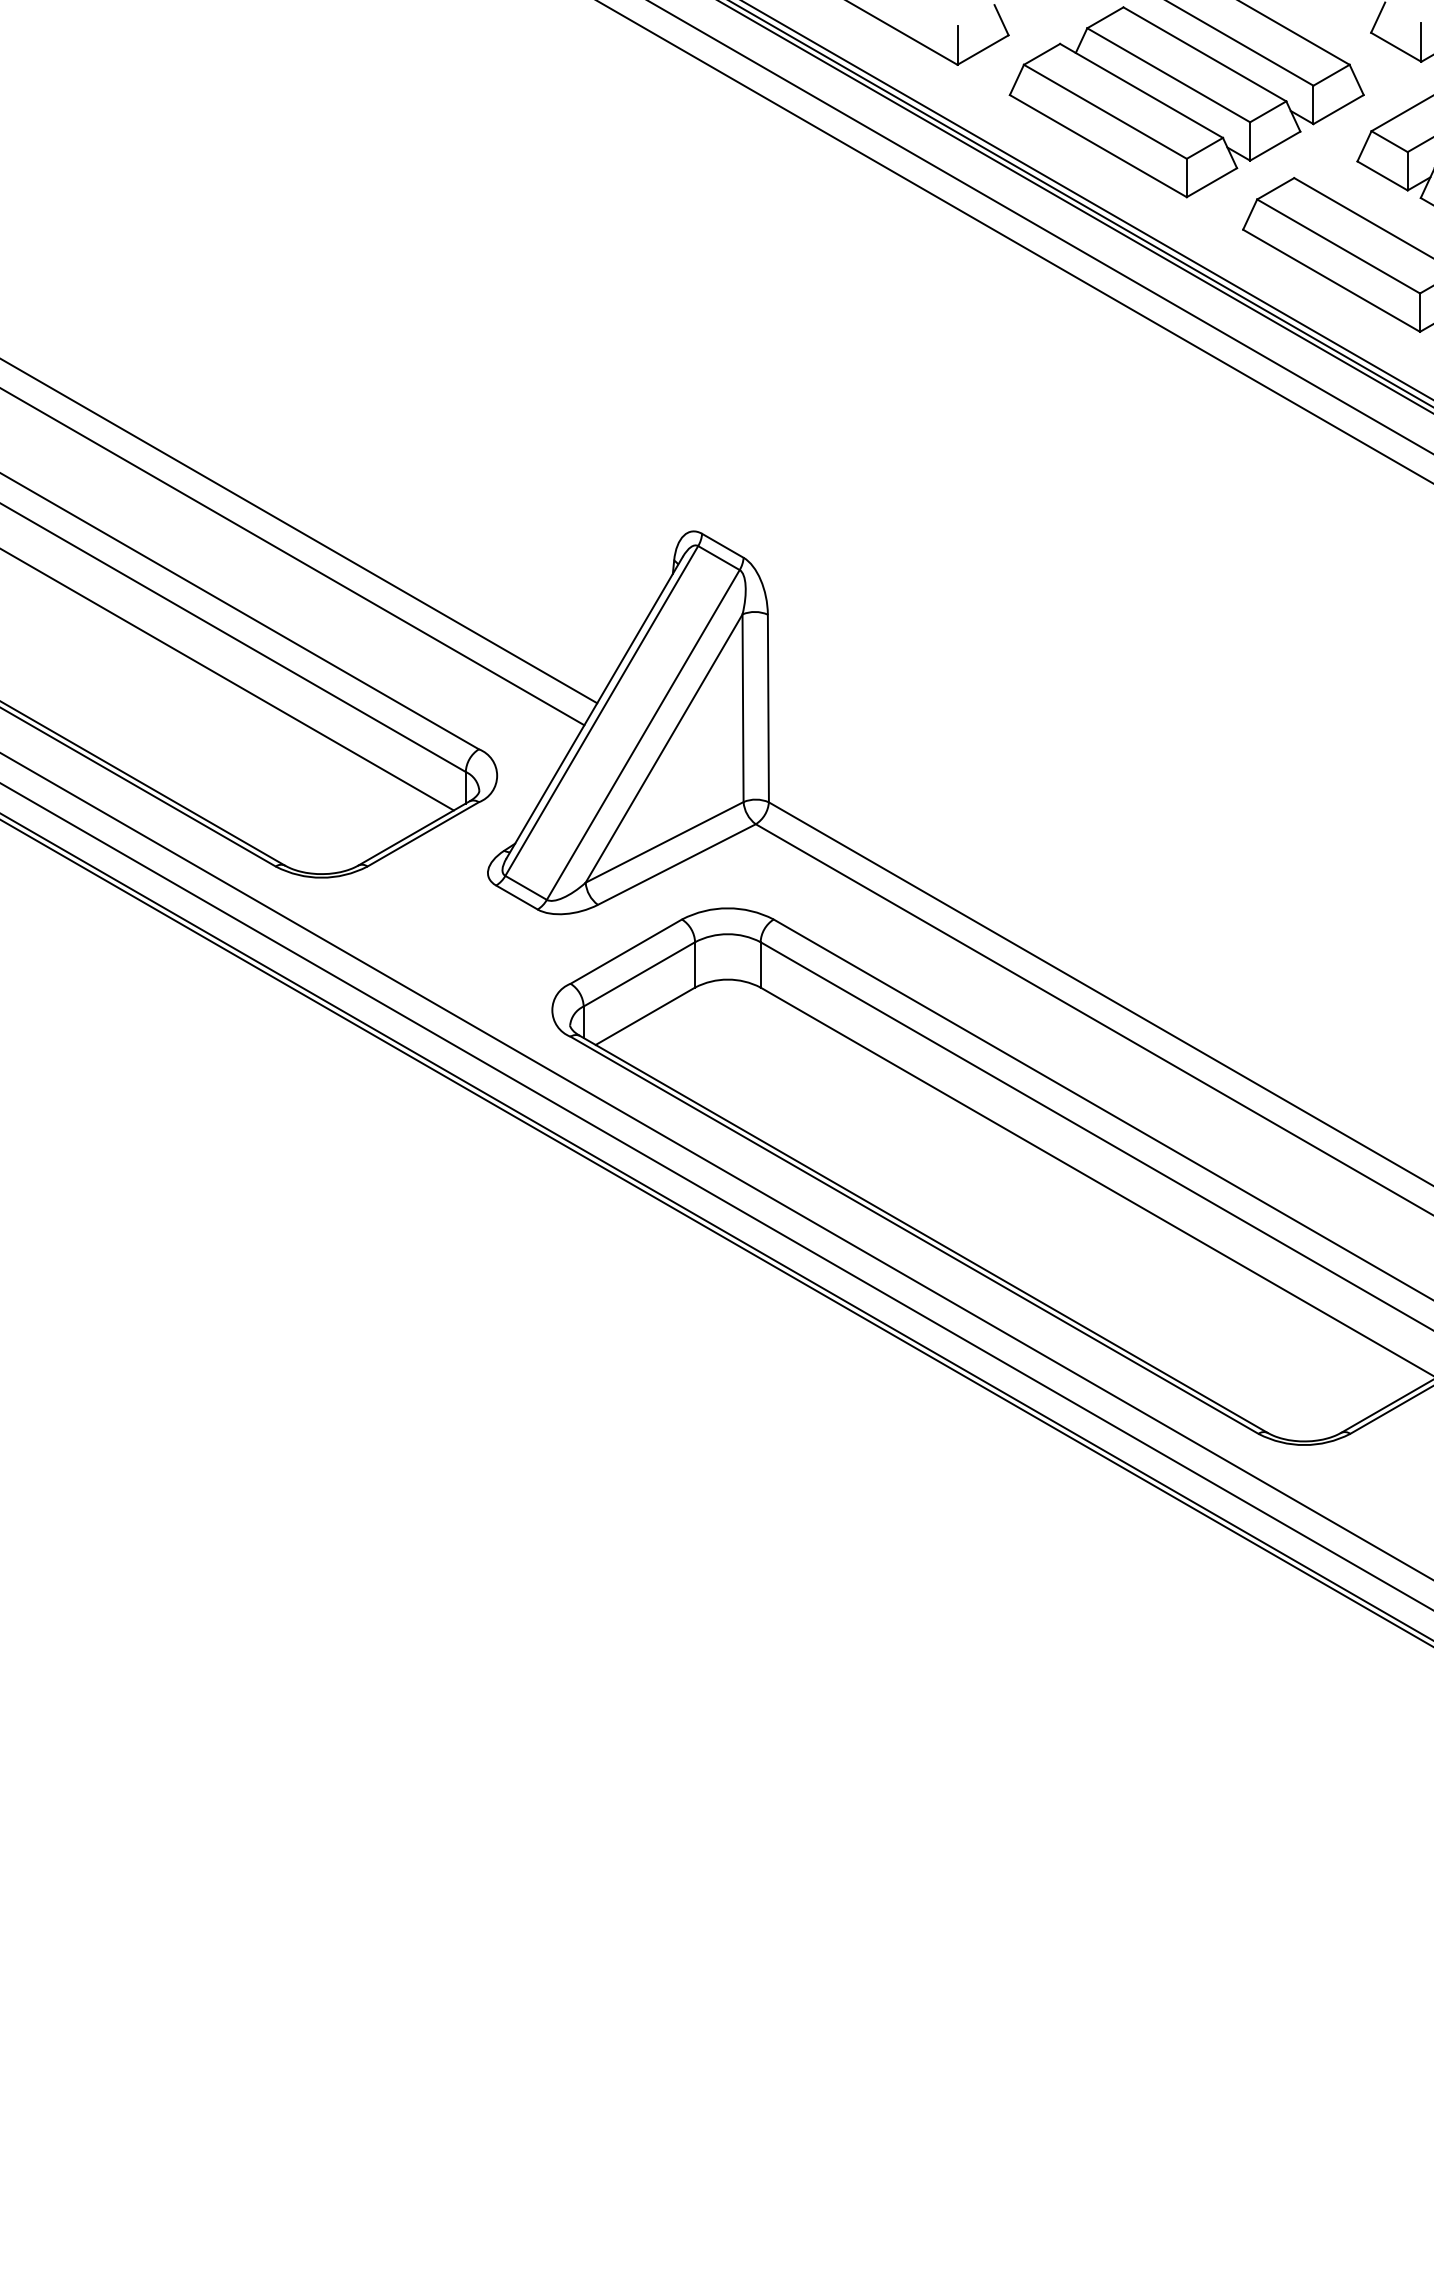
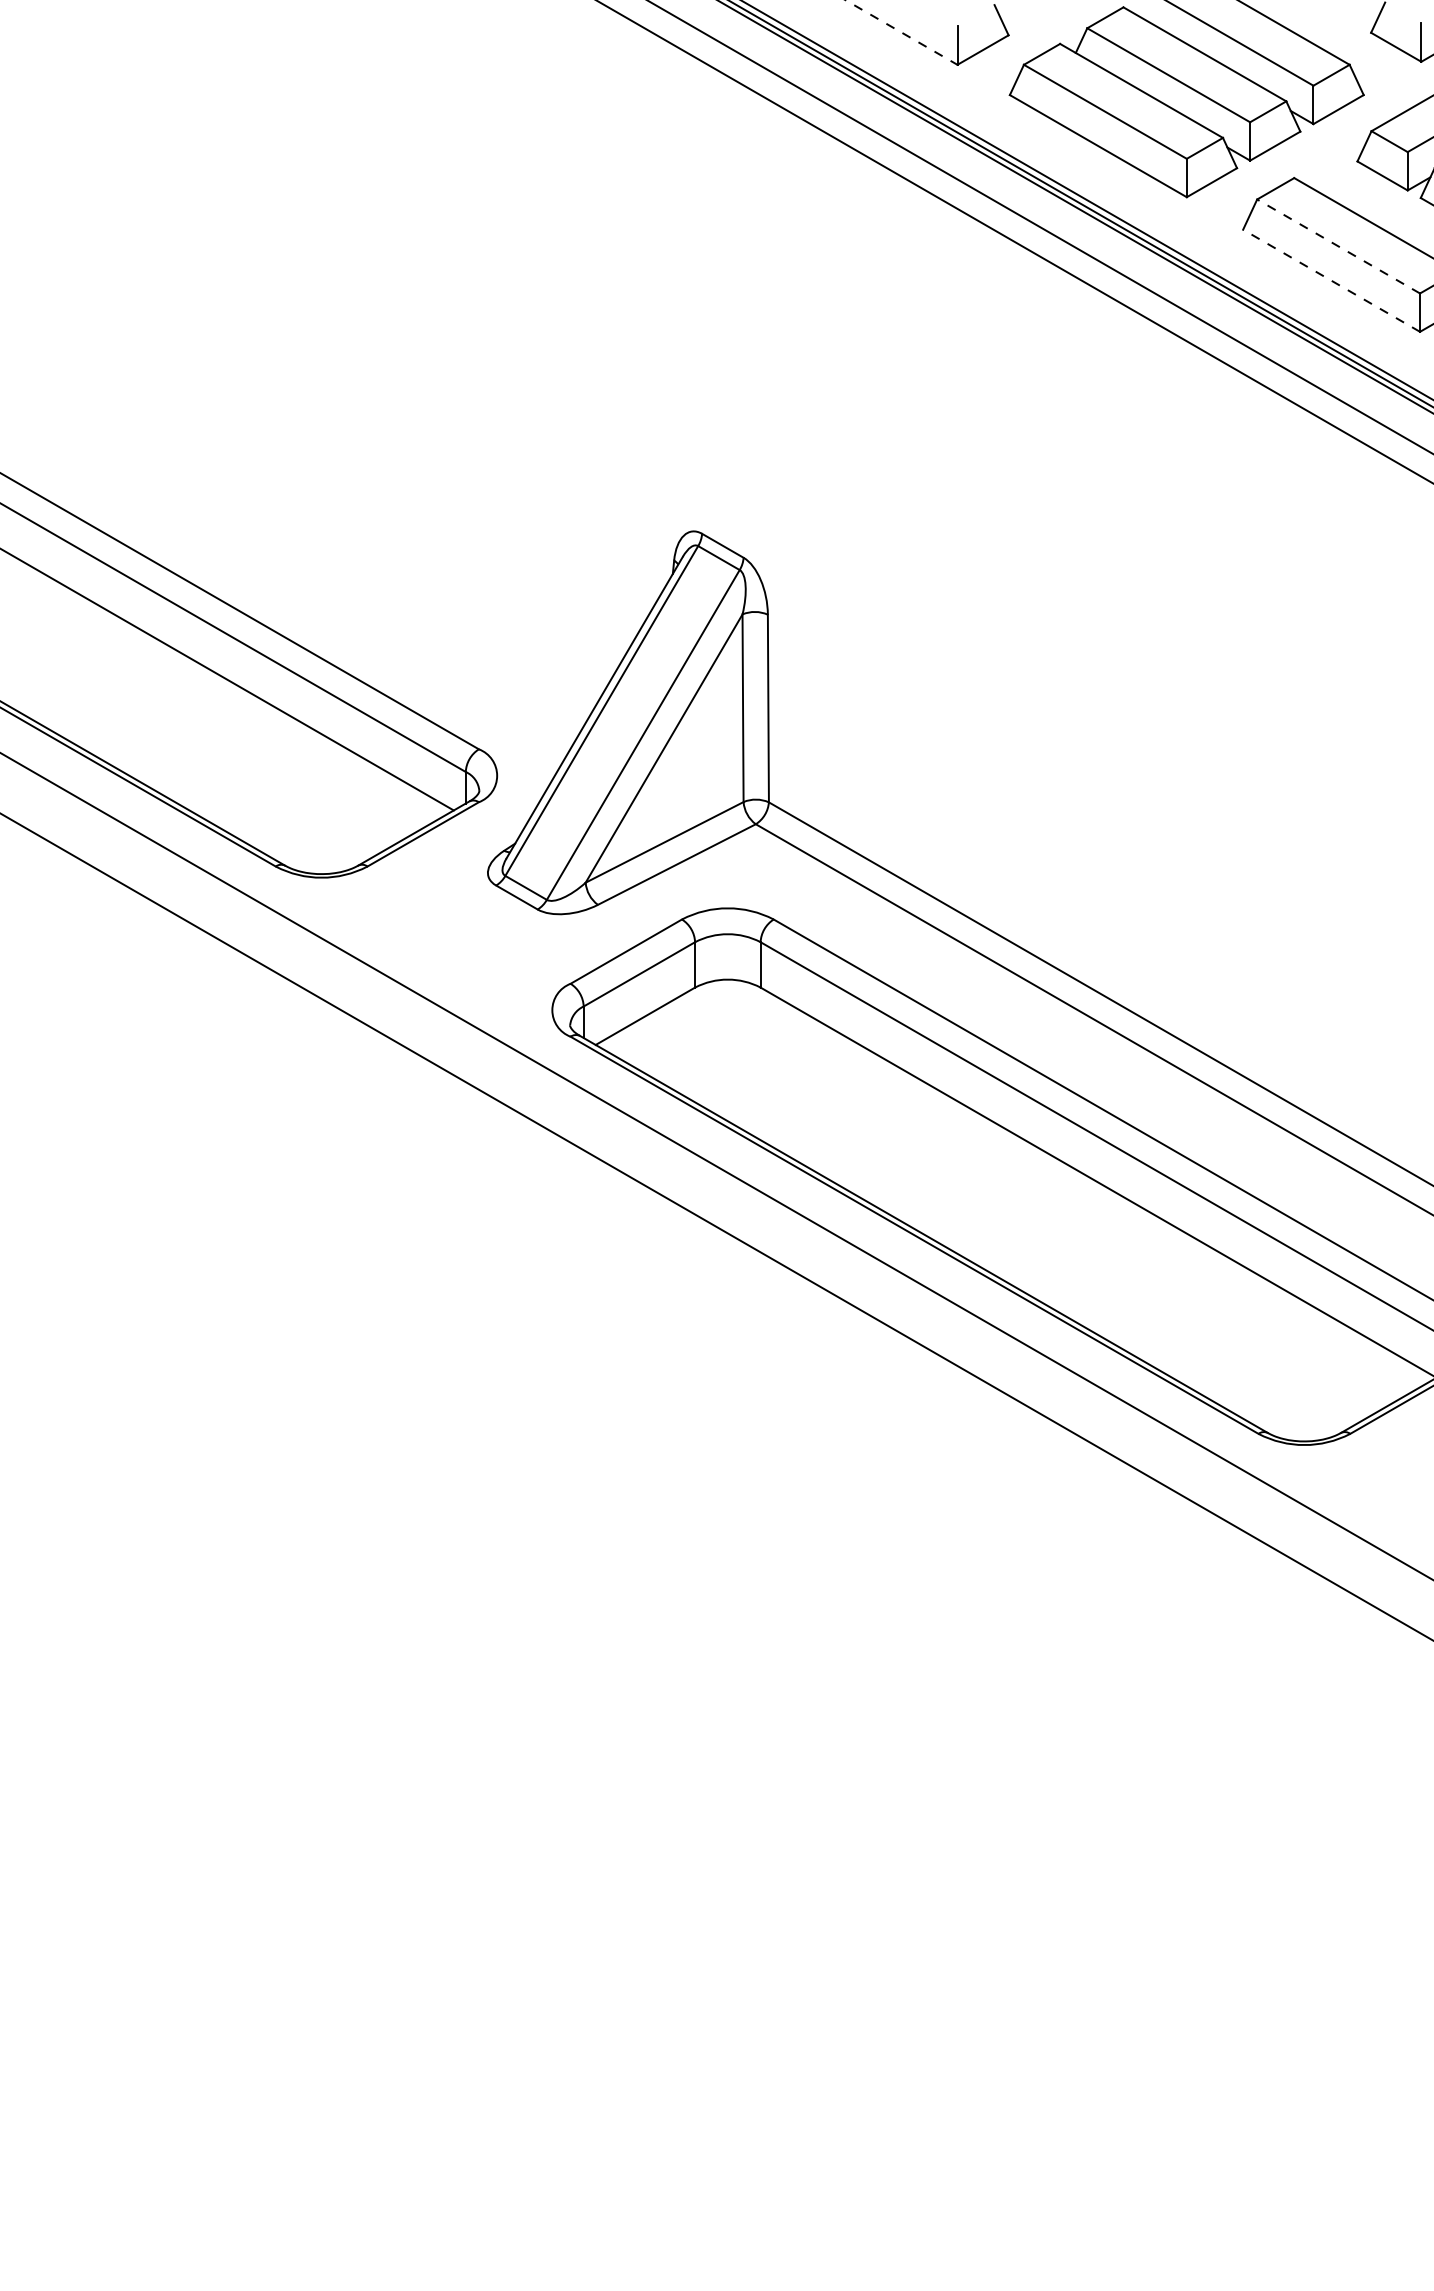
line at (902, 32): solid -> dashed
line at (1338, 246): solid -> dashed
line at (1331, 280): solid -> dashed
line at (299, 531): present -> none
line at (293, 557): present -> none
line at (716, 1196): present -> none
line at (716, 1233): present -> none
